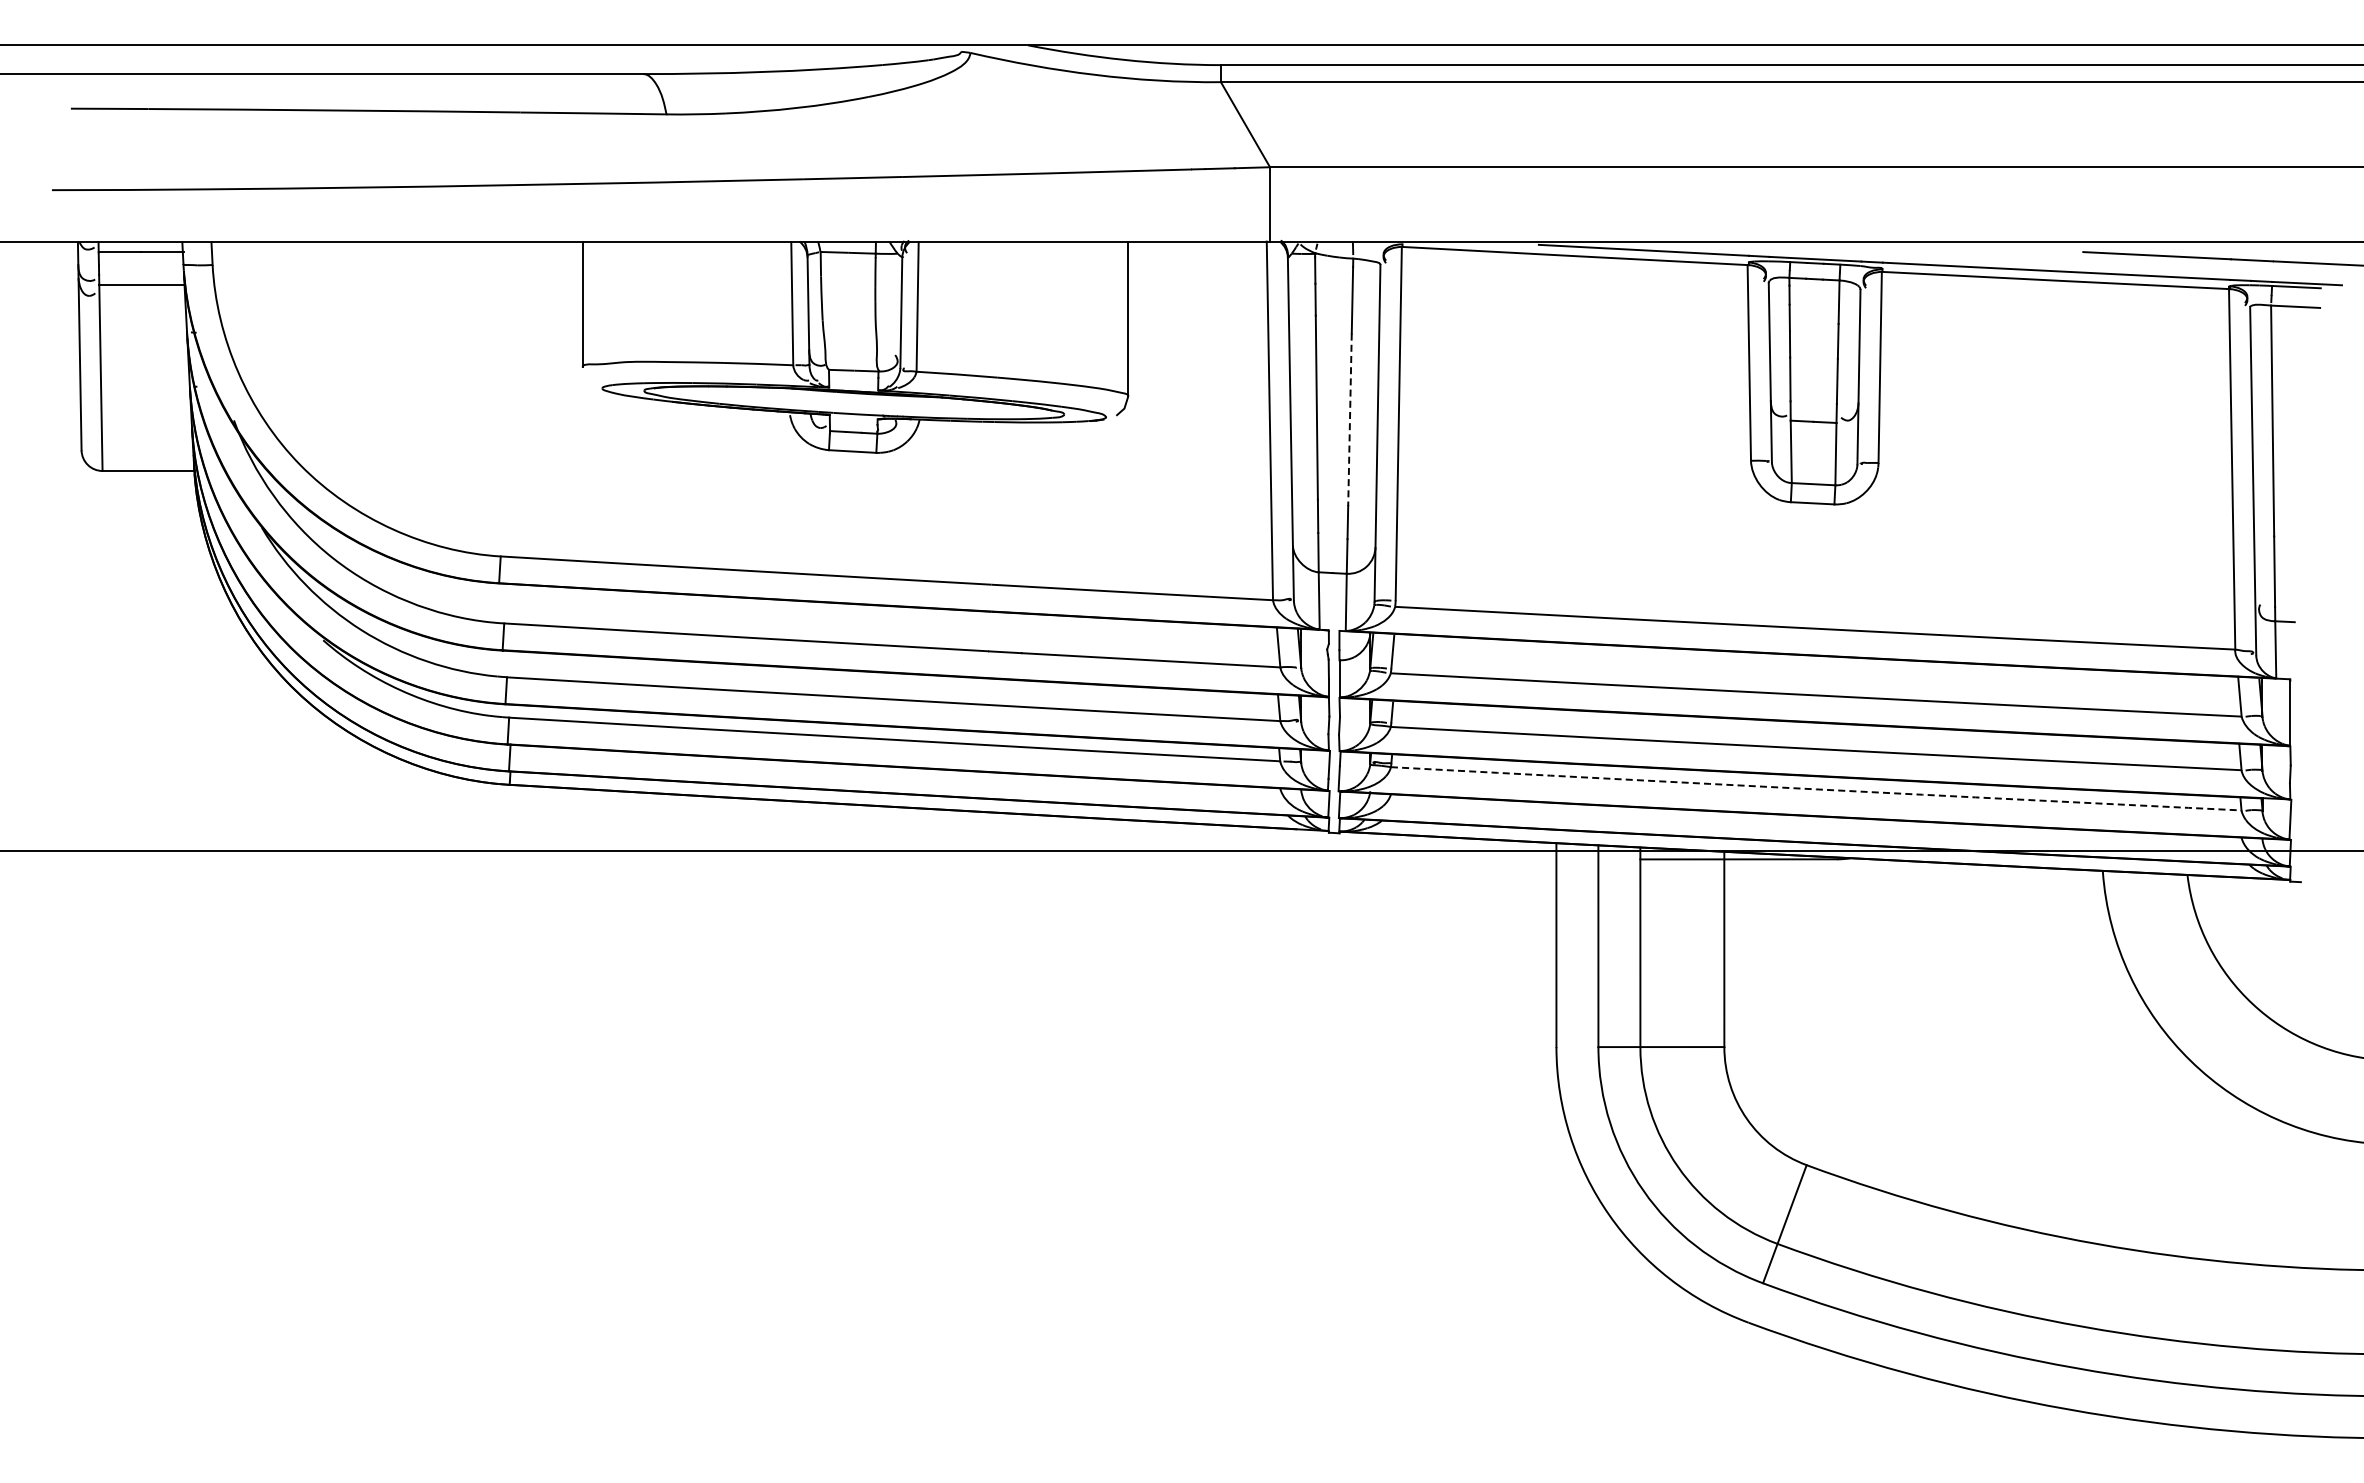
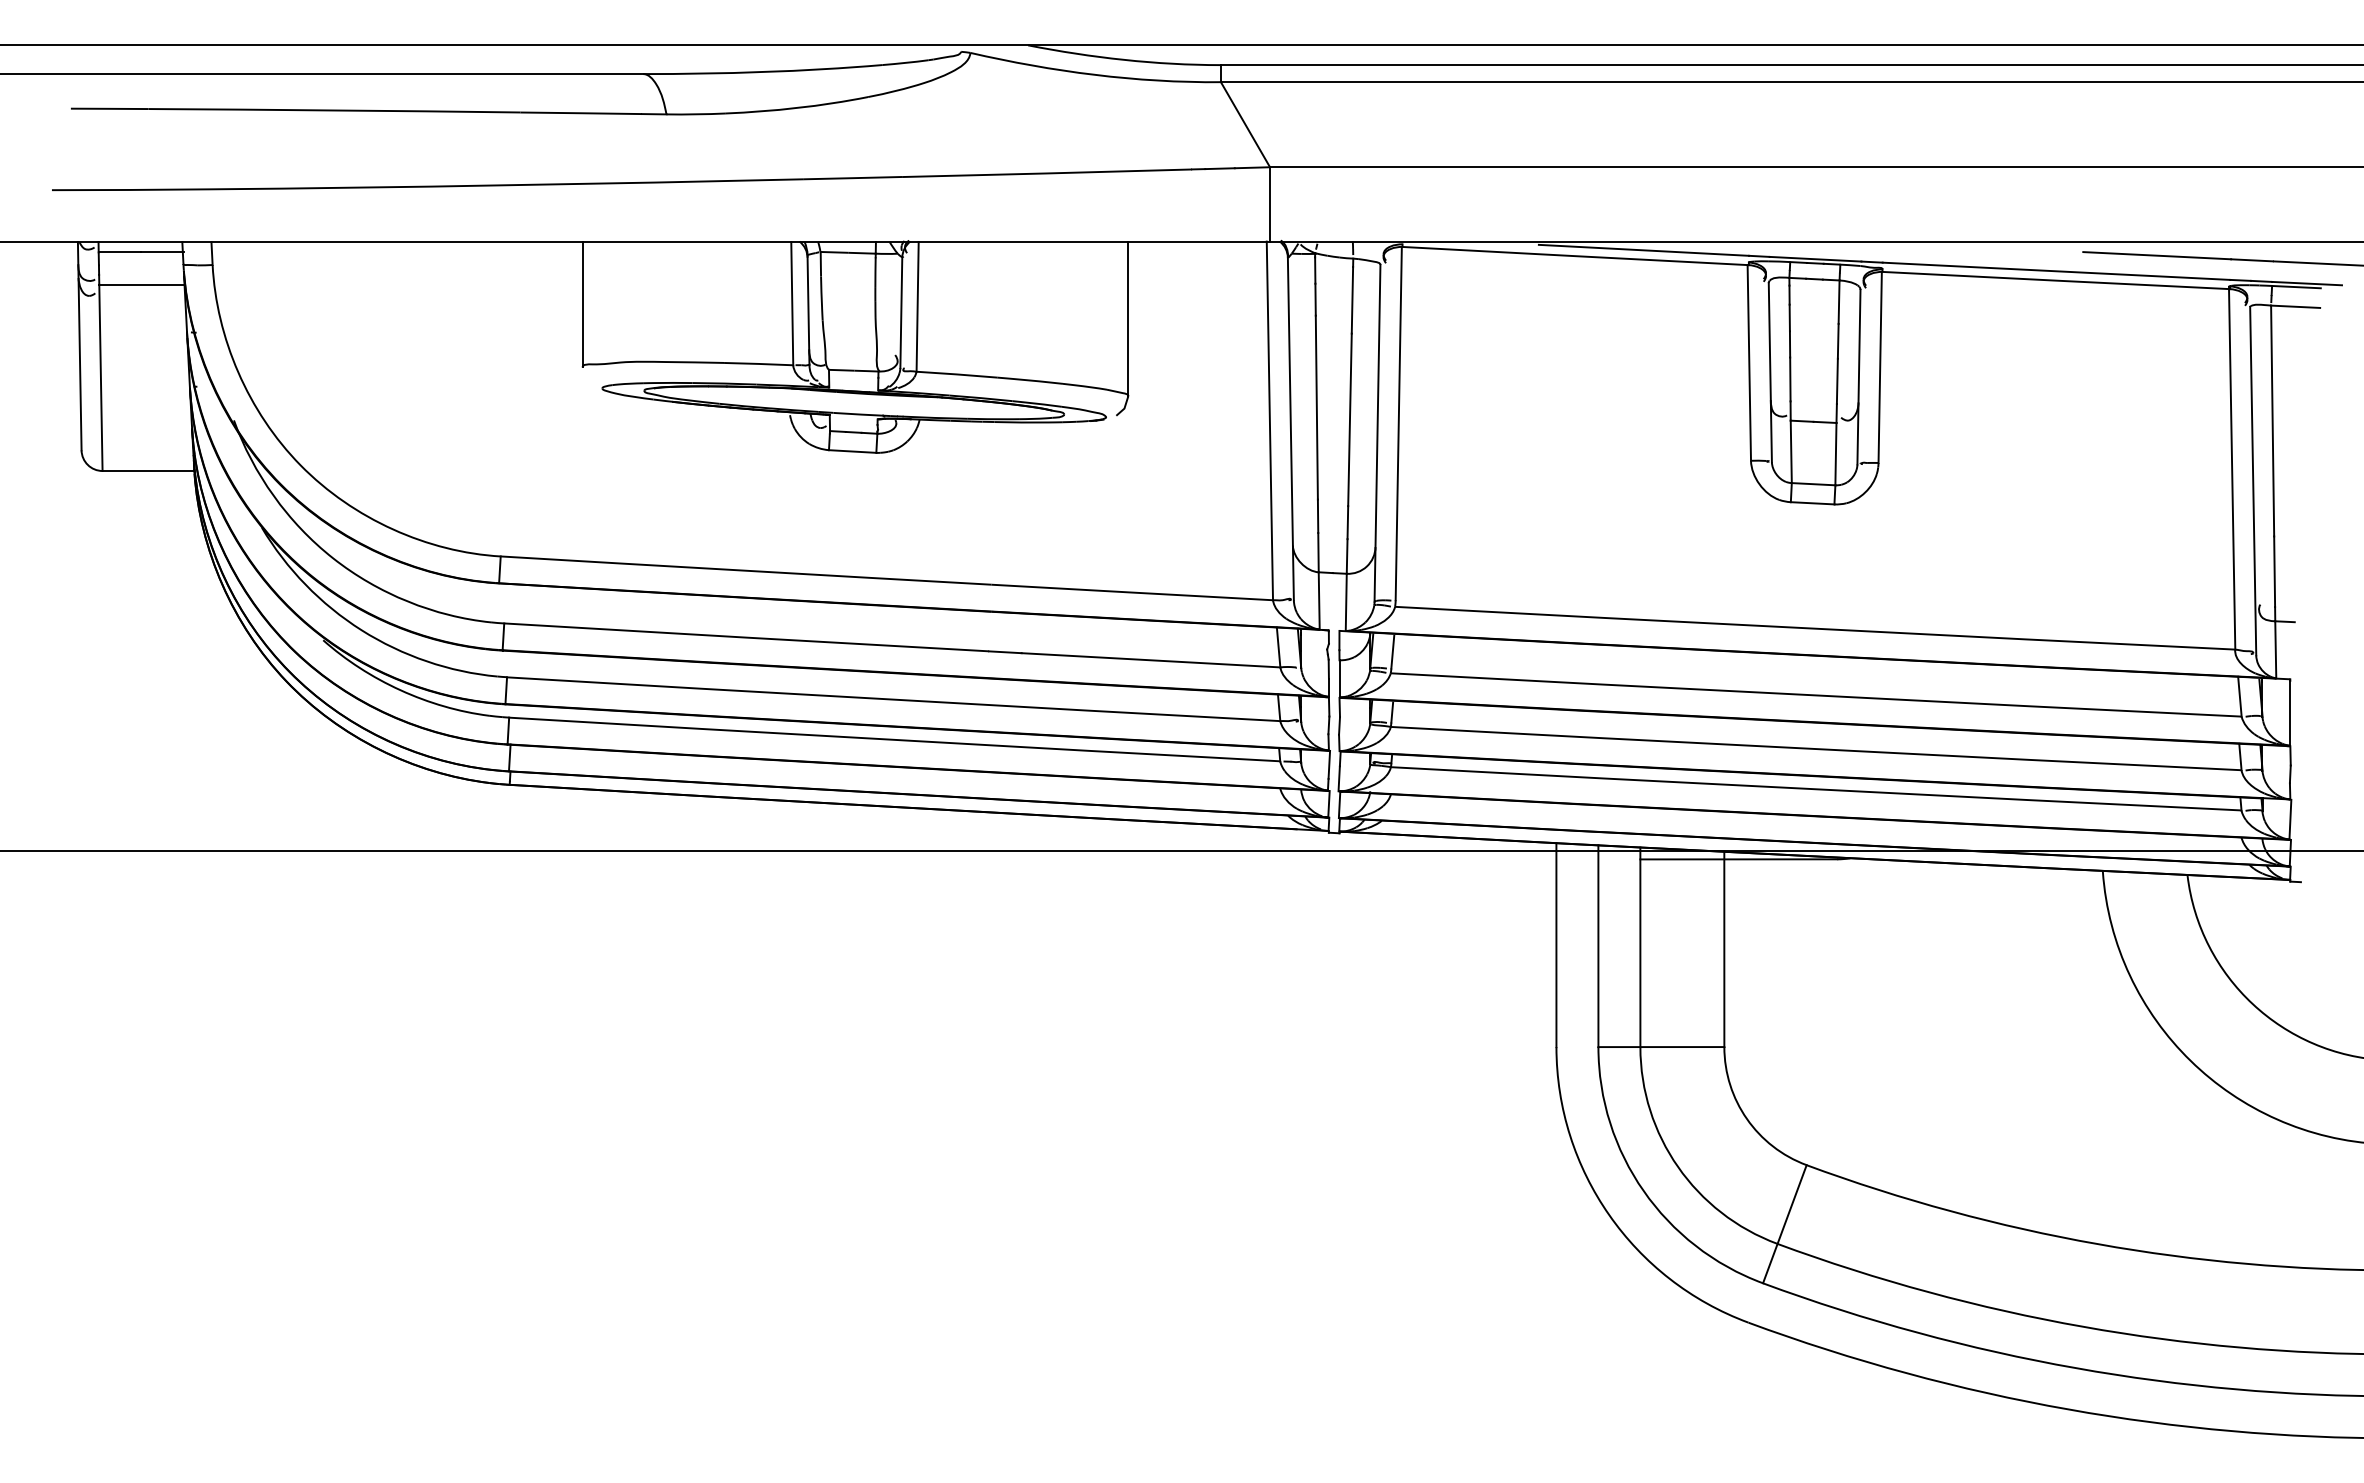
line at (1349, 420): dashed -> solid
arc at (1816, 789): dashed -> solid
